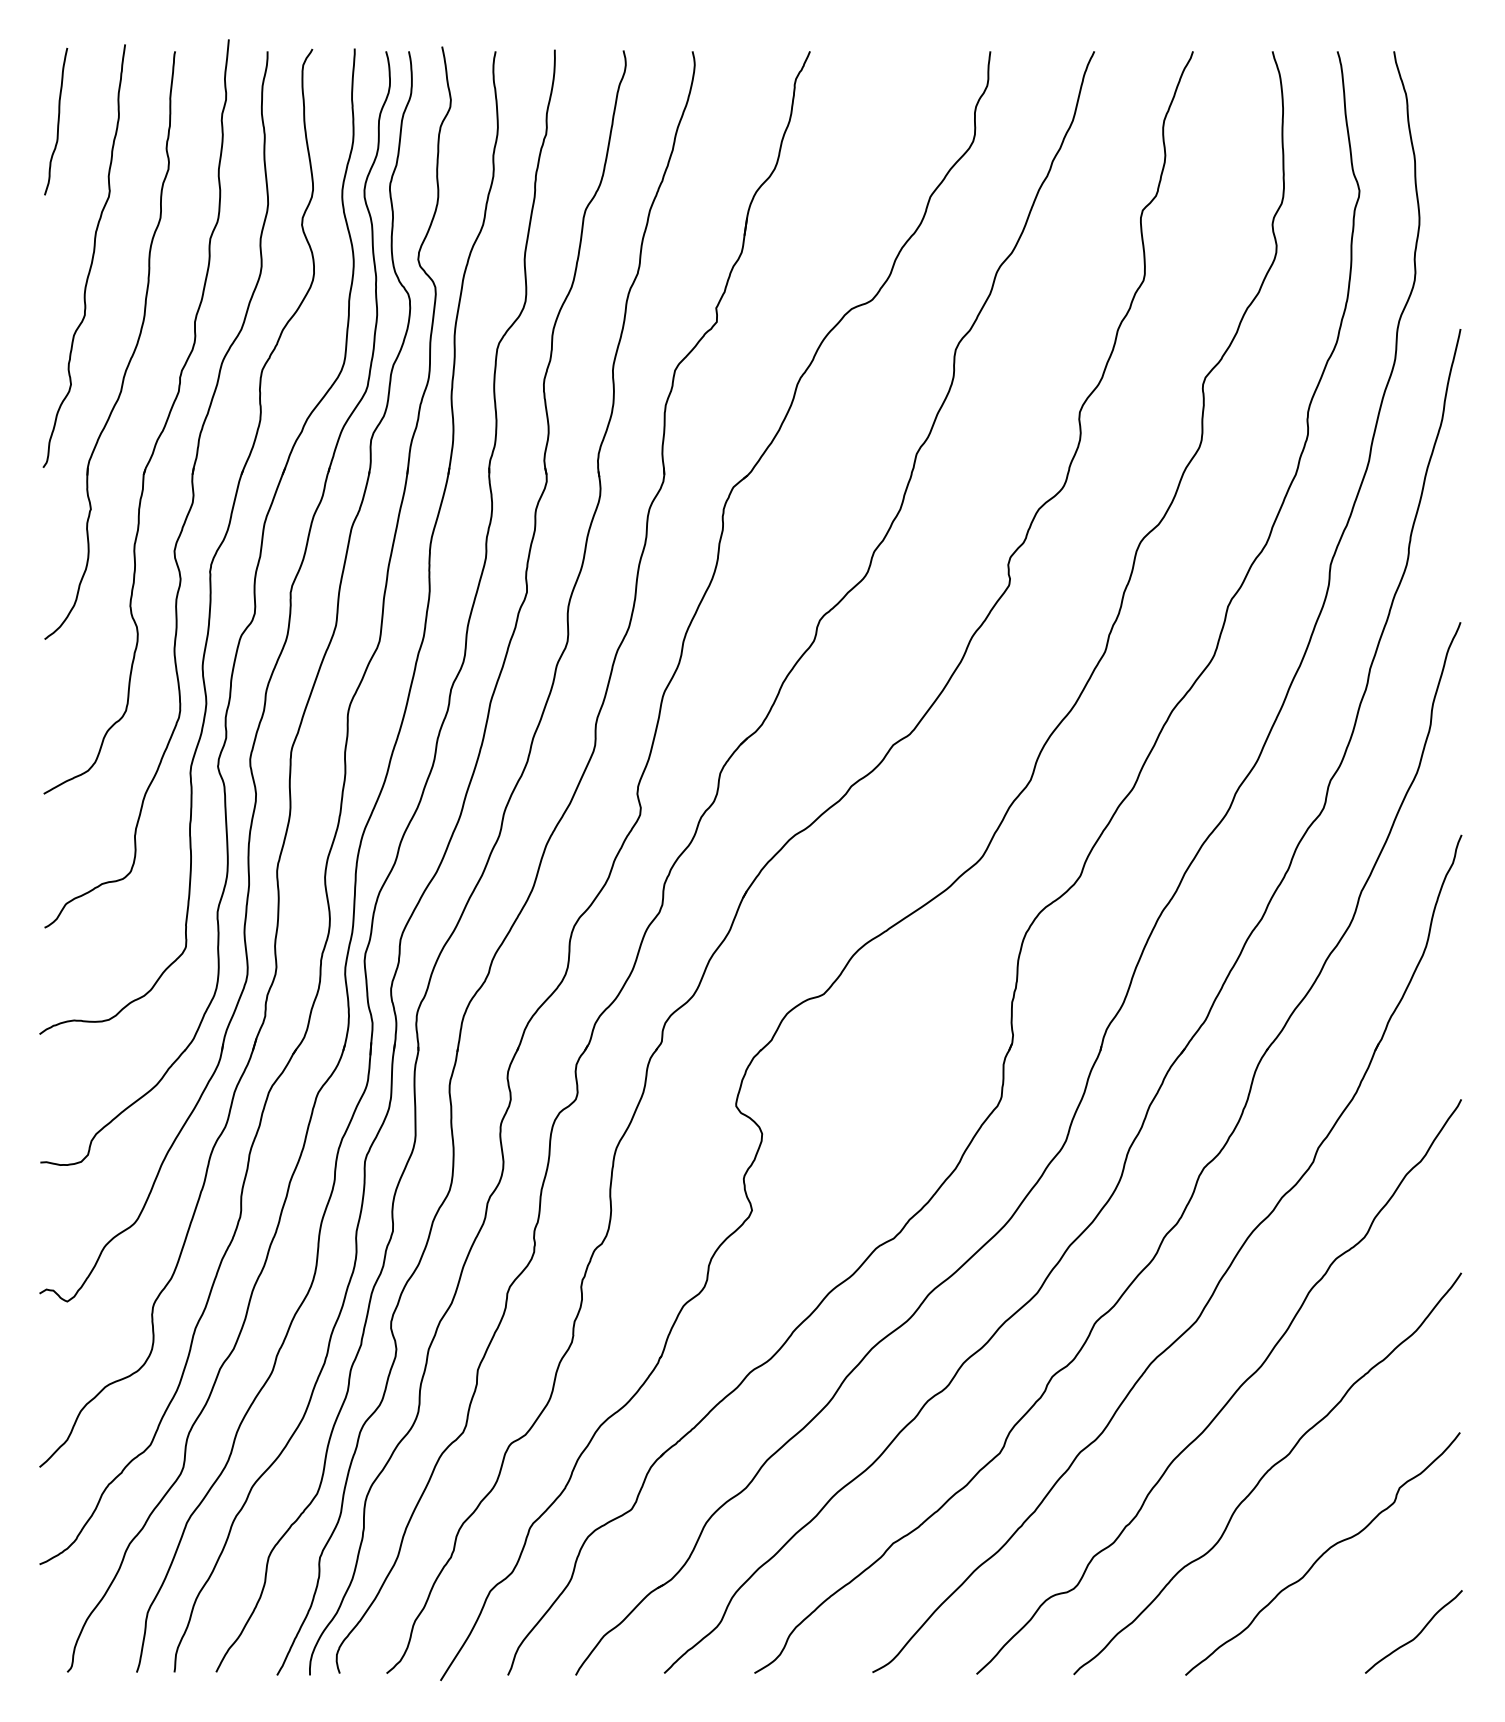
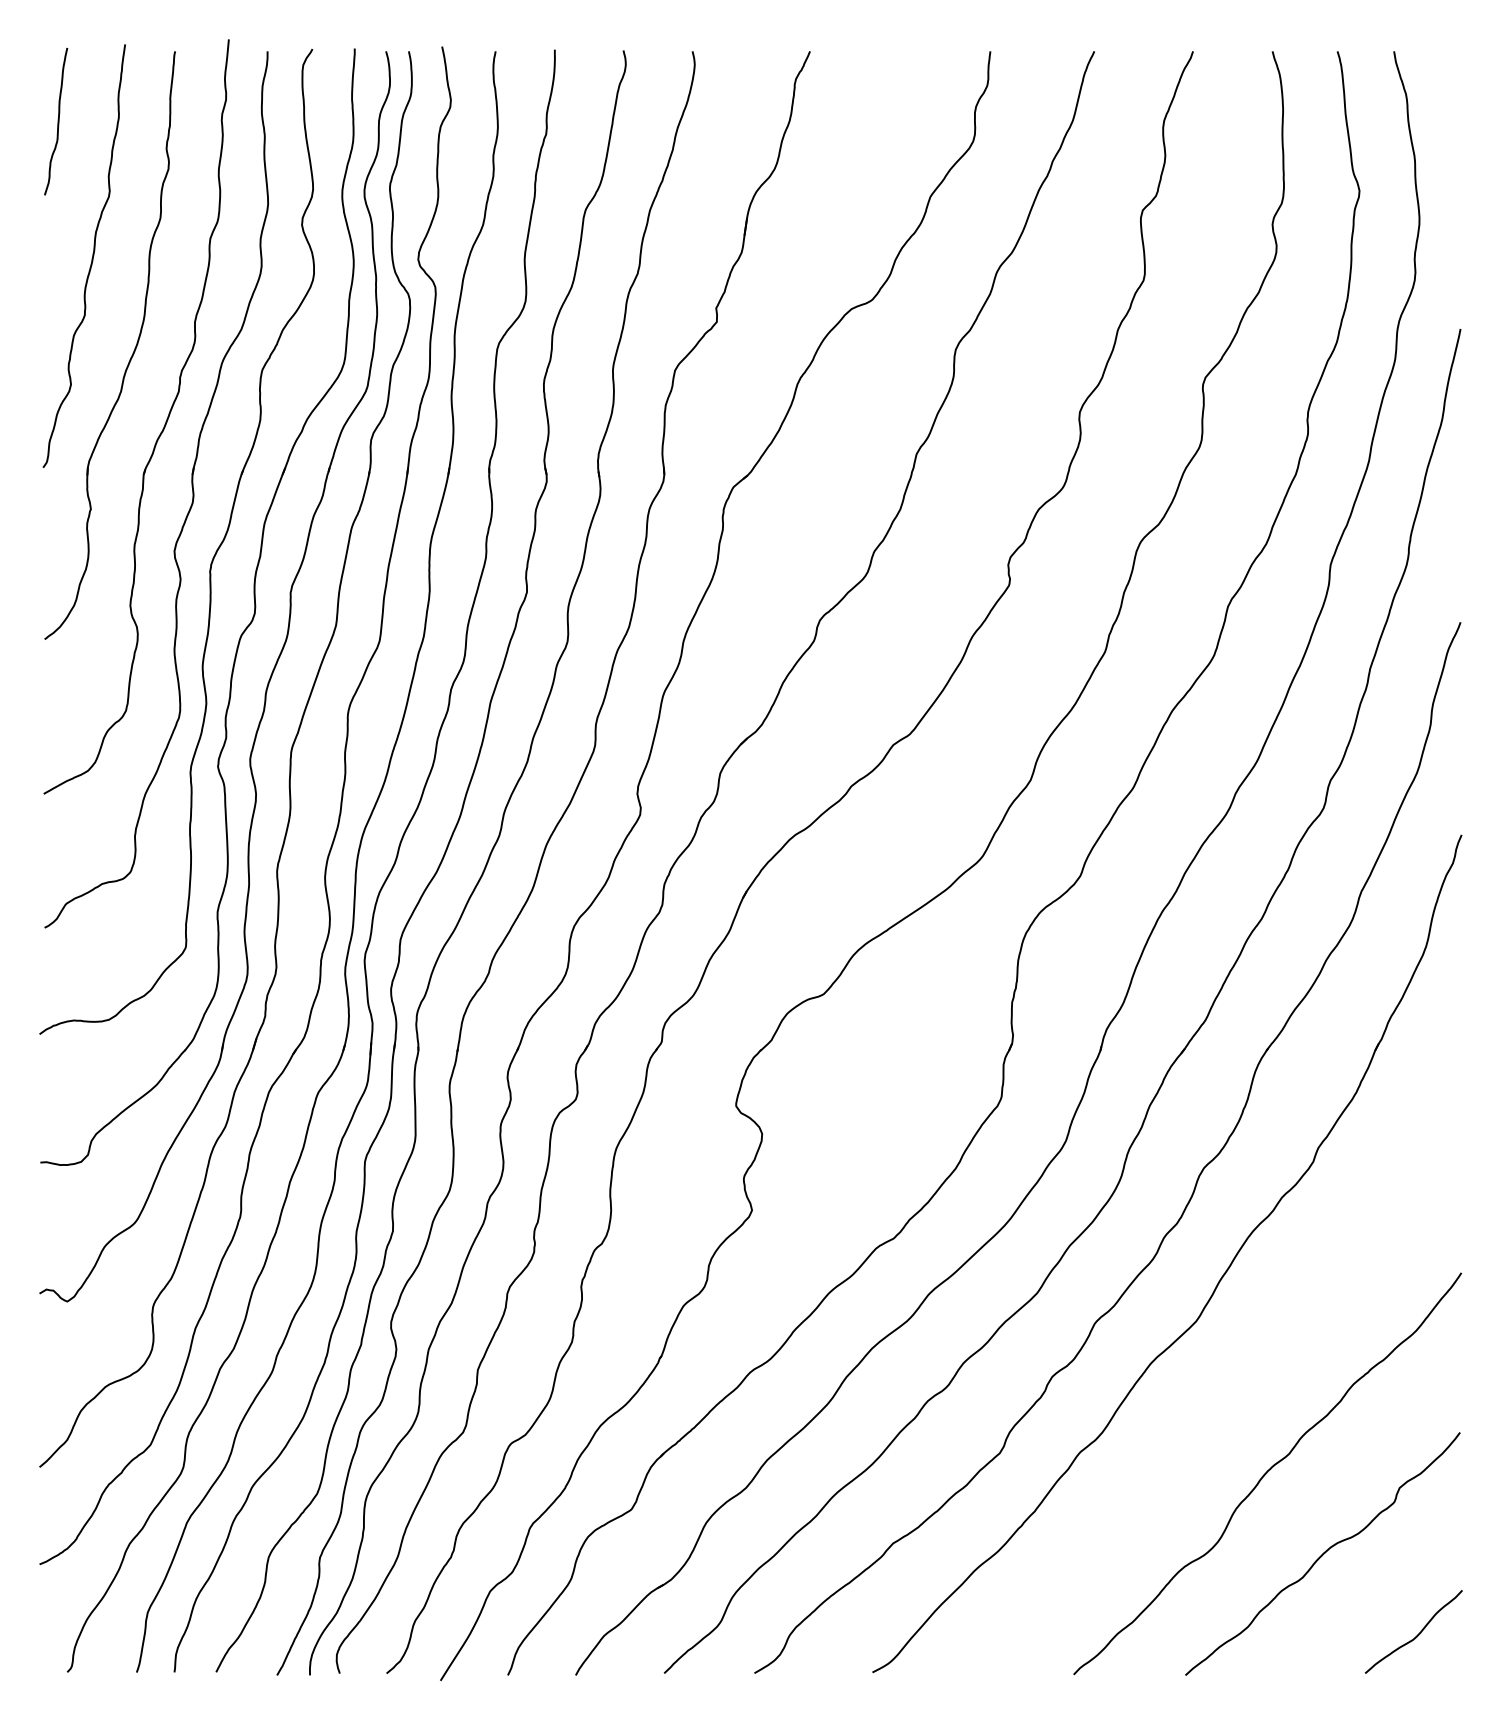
curve at (1231, 1395): present -> none
